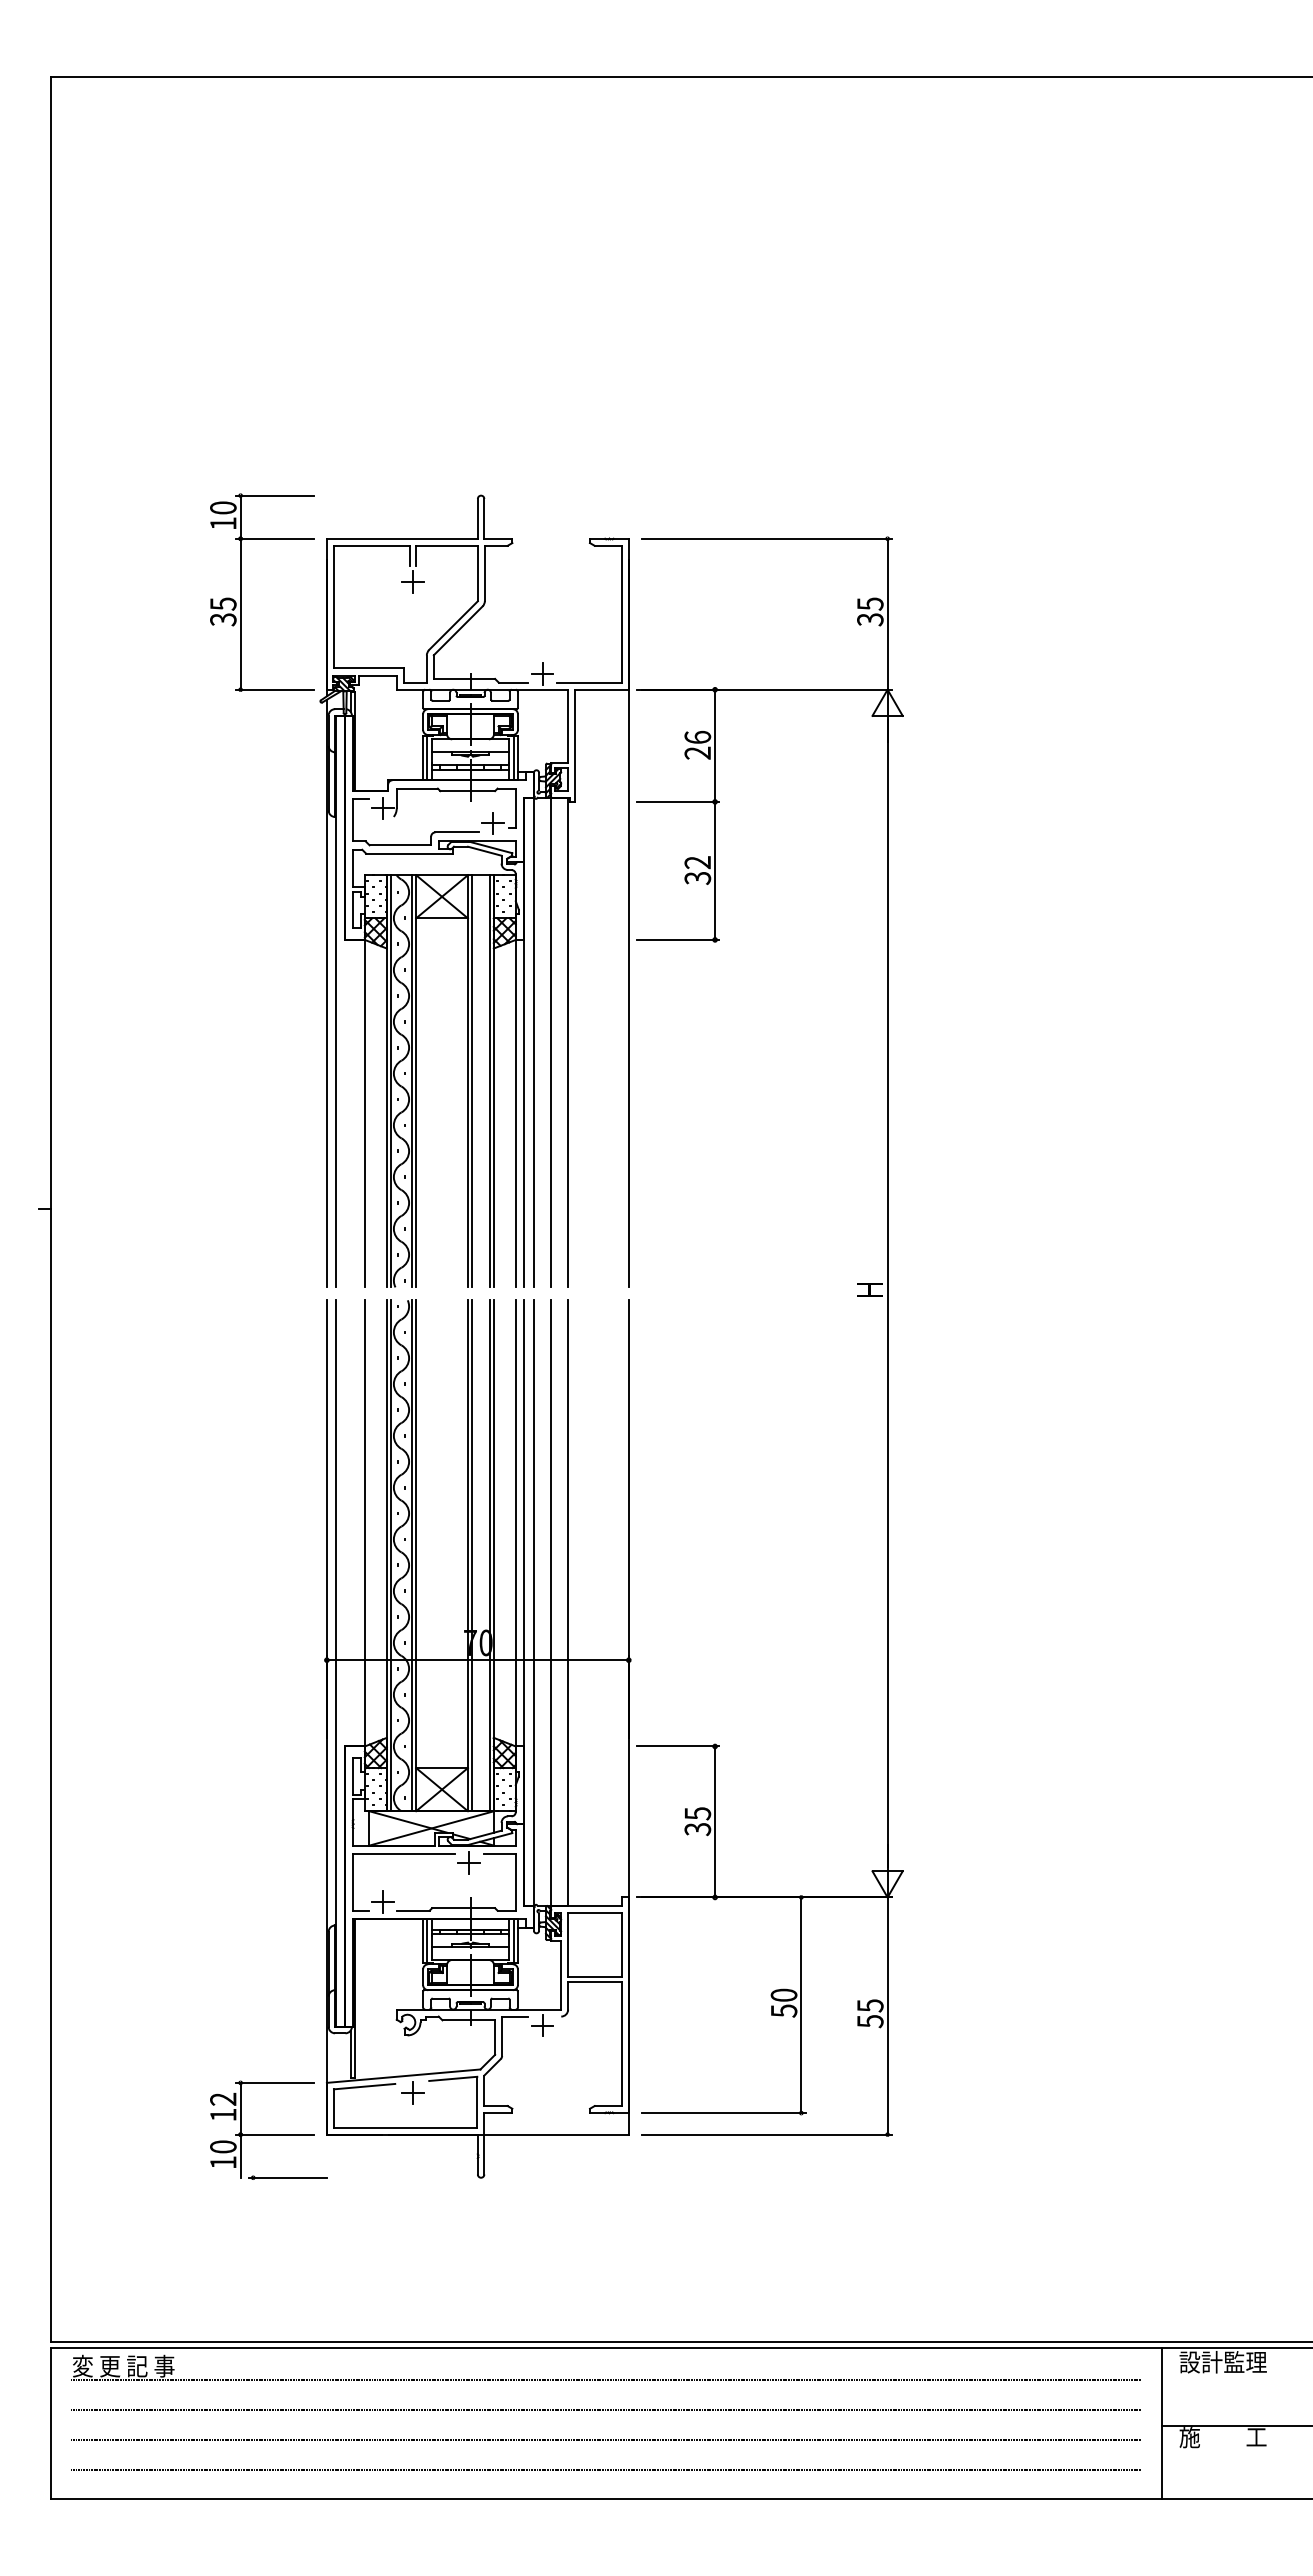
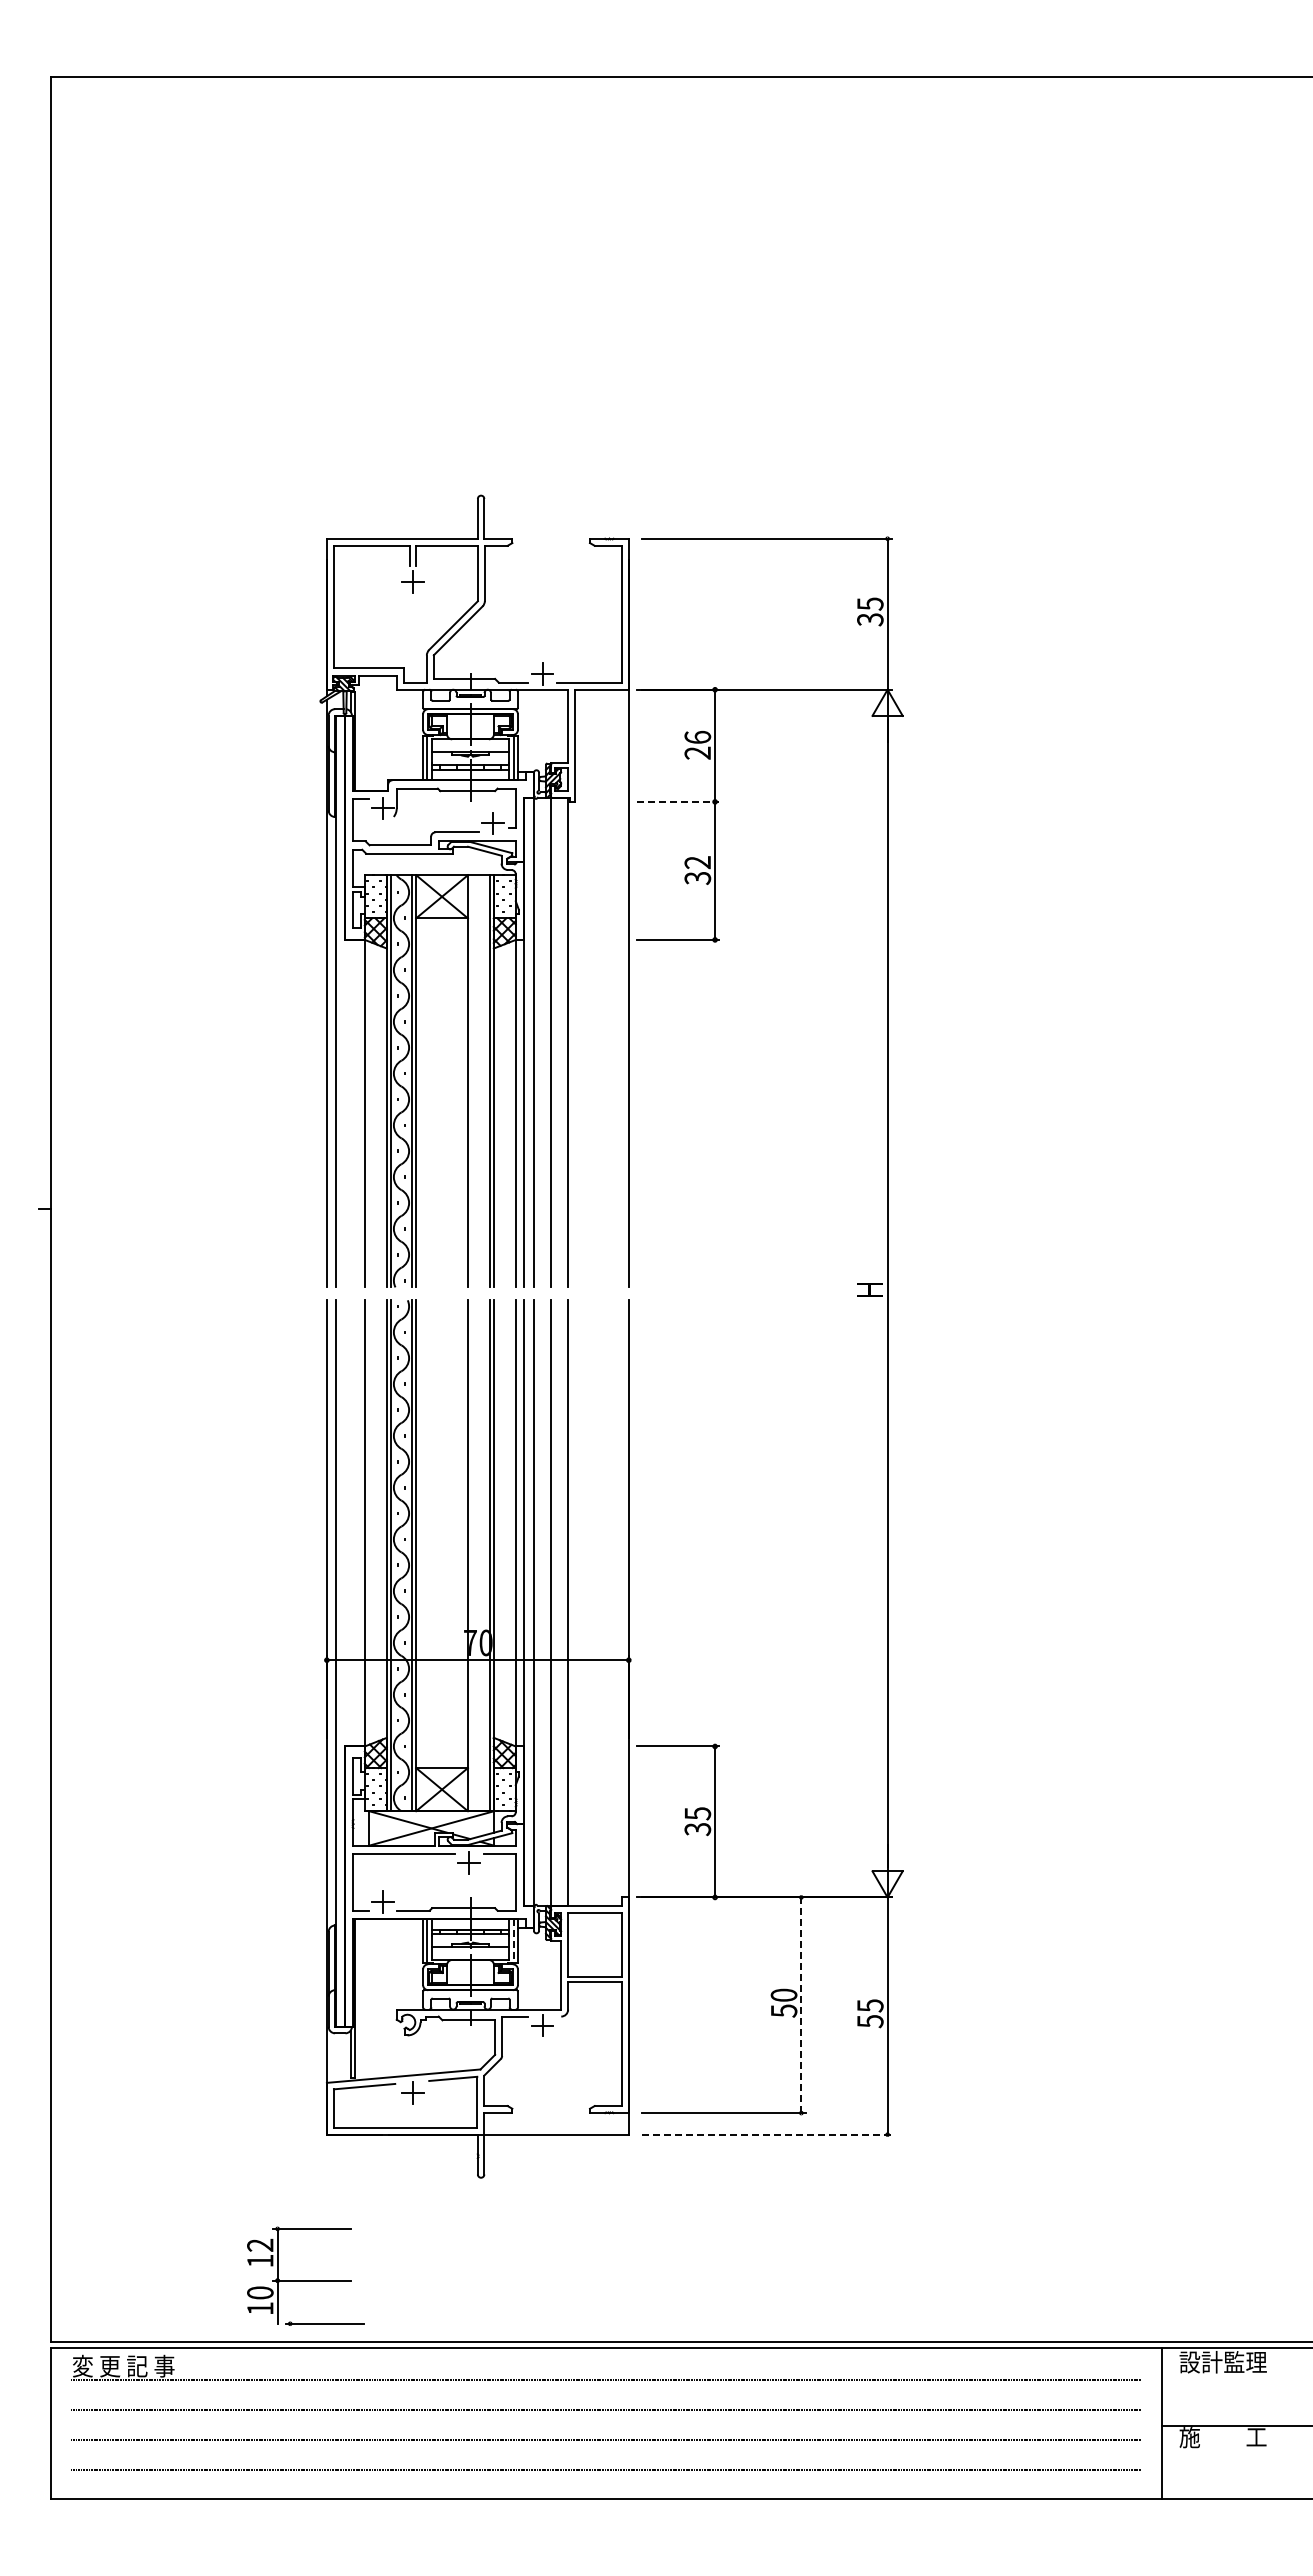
part at (241, 592): present -> none
line at (678, 801): solid -> dashed
line at (472, 1081): present -> none
line at (472, 1555): present -> none
line at (513, 1941): solid -> dashed
line at (801, 2005): solid -> dashed
part at (268, 2129) position: (268, 2129) -> (305, 2275)
line at (767, 2134): solid -> dashed
